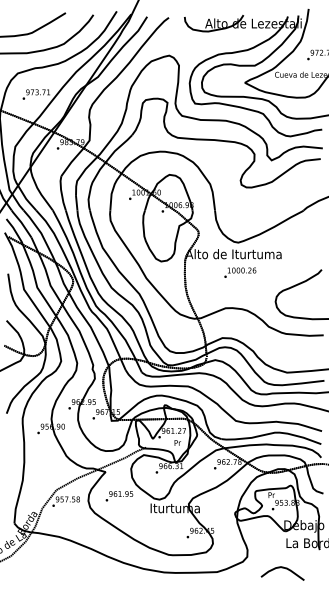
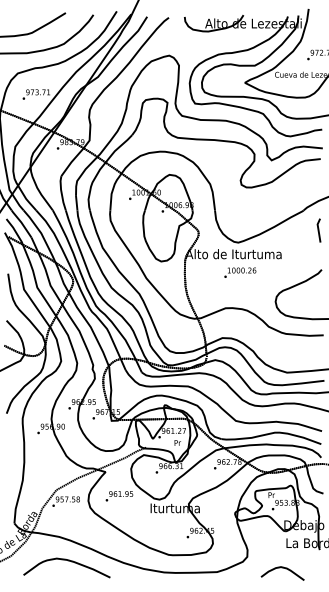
line at (318, 230): none -> present
curve at (68, 561): none -> present
